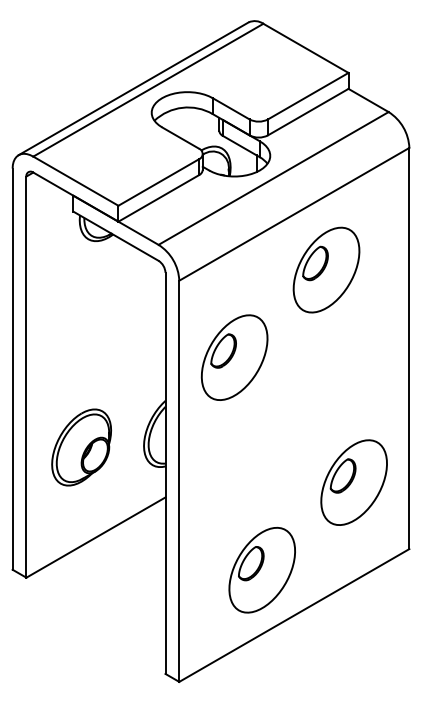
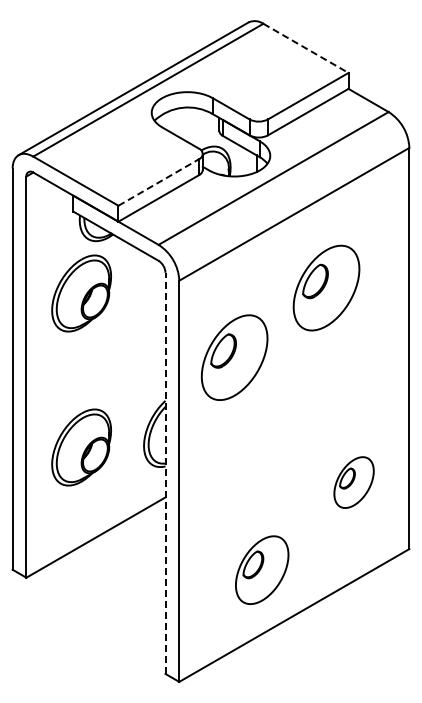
line at (306, 48): solid -> dashed
line at (159, 182): solid -> dashed
part at (326, 269) position: (326, 269) -> (326, 287)
part at (81, 293): none -> present
line at (165, 473): solid -> dashed
part at (353, 482) size: 68x87 px -> 42x53 px
part at (261, 569) size: 68x88 px -> 55x70 px
